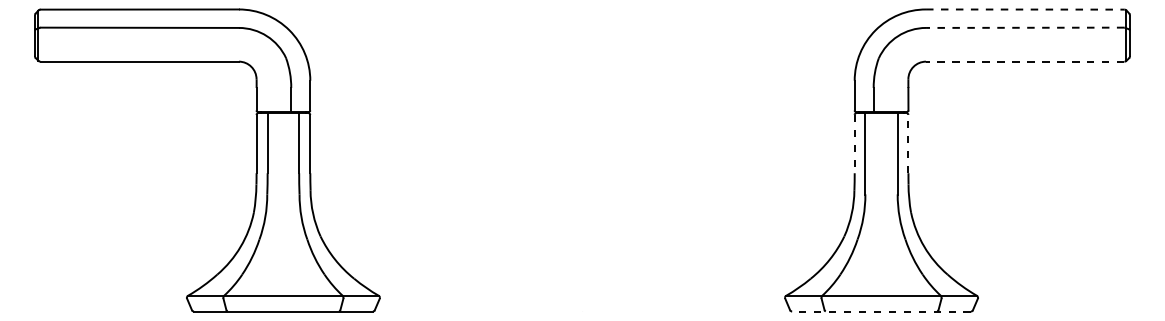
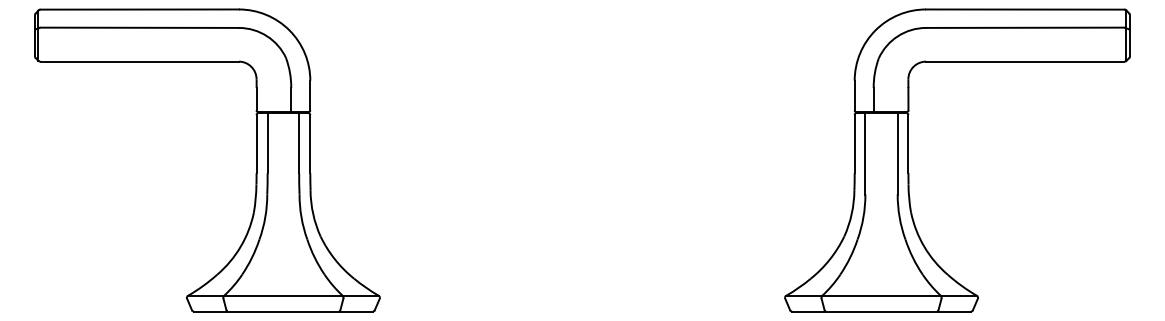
line at (1025, 9): dashed -> solid
line at (1024, 27): dashed -> solid
line at (1024, 61): dashed -> solid
line at (908, 143): dashed -> solid
line at (854, 144): dashed -> solid
line at (881, 311): dashed -> solid
